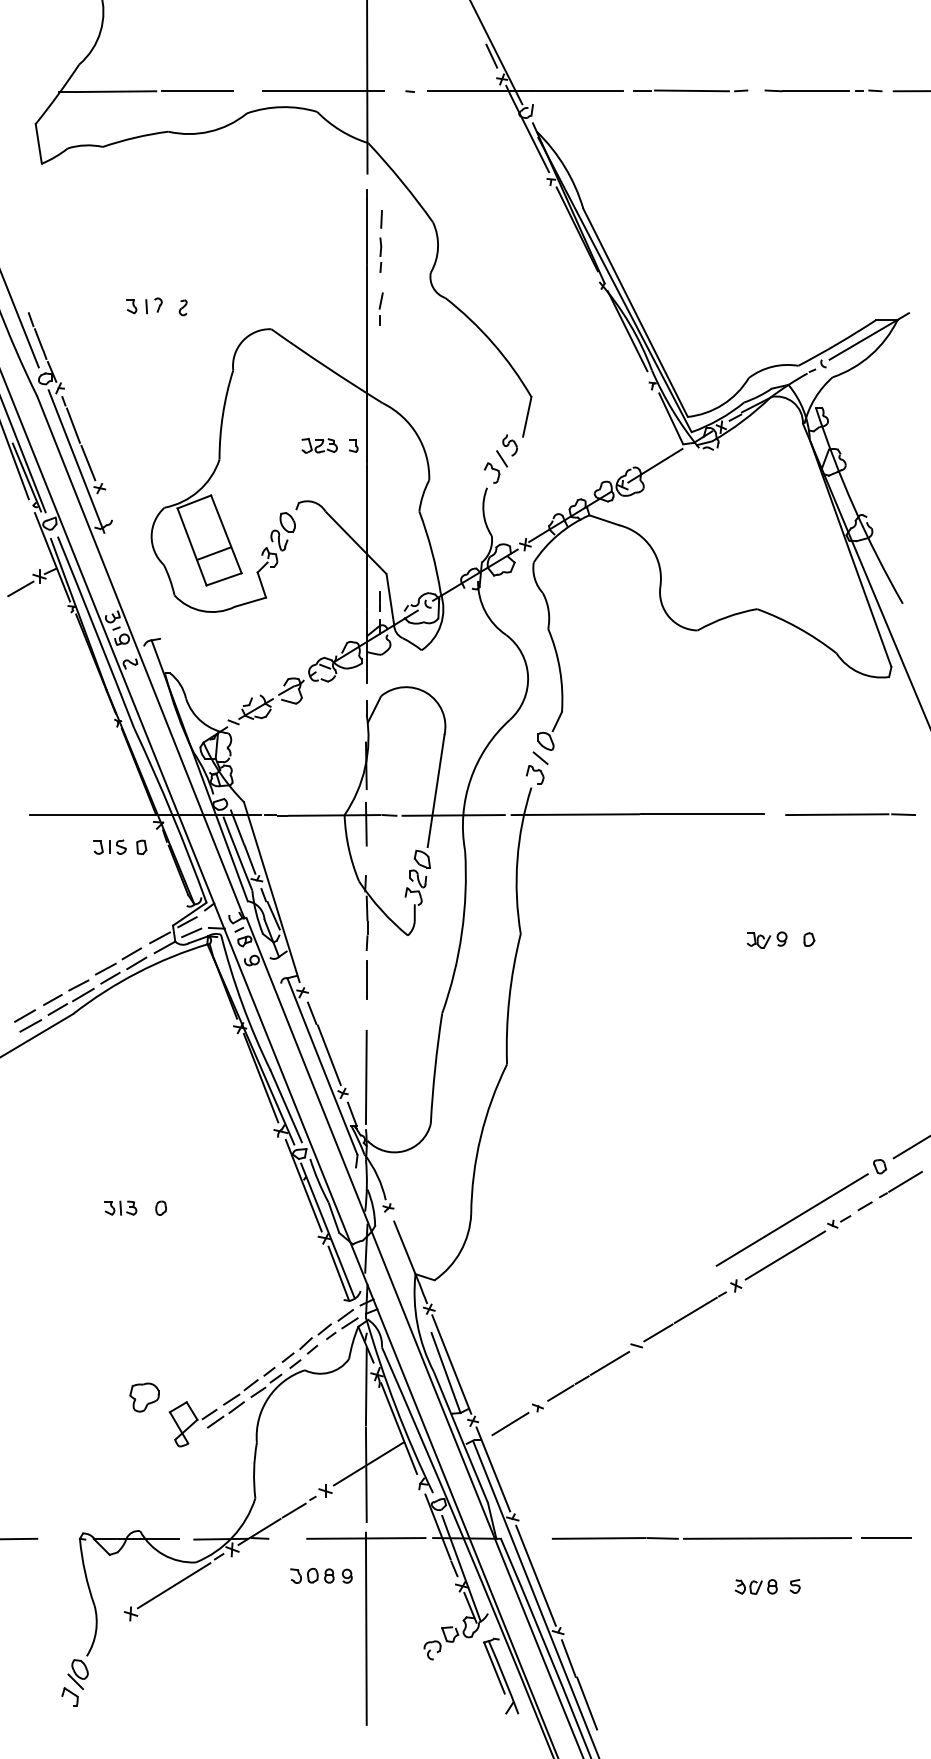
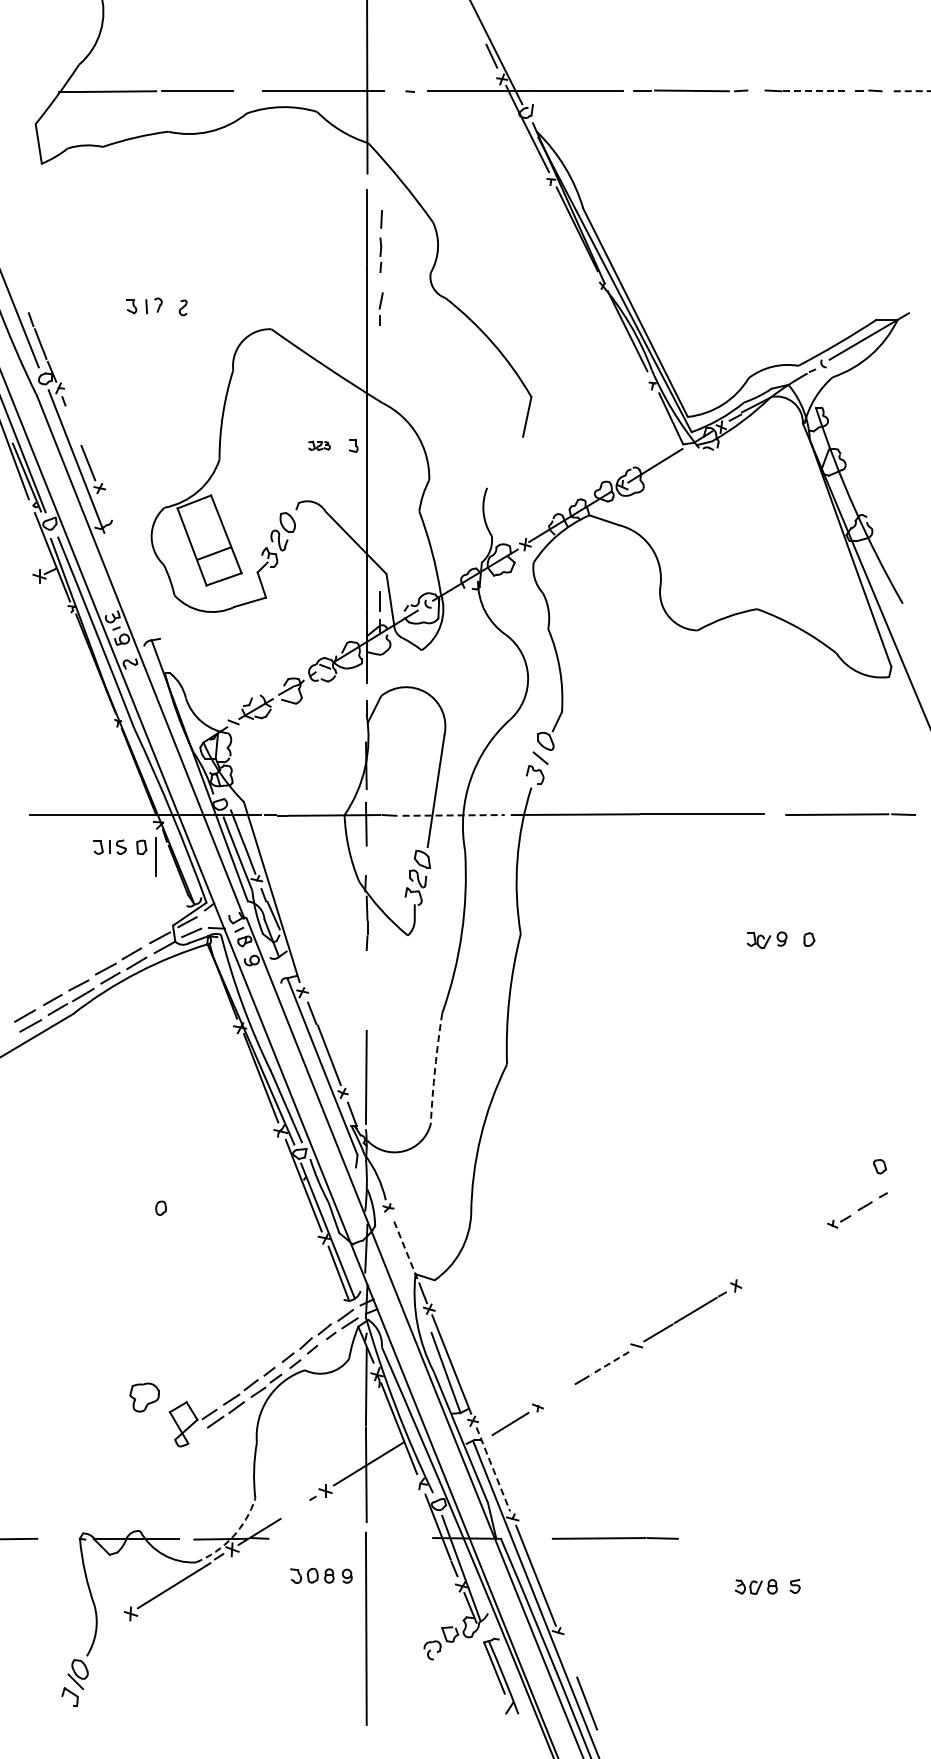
line at (815, 91): solid -> dashed
line at (912, 91): solid -> dashed
line at (73, 425): present -> none
part at (319, 445) size: 37x16 px -> 23x11 px
part at (500, 458): present -> none
line at (20, 588): present -> none
line at (454, 815): solid -> dashed
line at (366, 979) position: (366, 979) -> (155, 856)
arc at (435, 1068): solid -> dashed
line at (910, 1147): present -> none
line at (905, 1181): present -> none
part at (120, 1207): present -> none
line at (791, 1219): present -> none
line at (406, 1251): solid -> dashed
line at (785, 1255): present -> none
line at (609, 1363): solid -> dashed
line at (560, 1392): present -> none
line at (493, 1469): solid -> dashed
line at (293, 1510): present -> none
arc at (232, 1537): solid -> dashed
line at (366, 1538): present -> none
line at (767, 1538): present -> none
line at (885, 1538): present -> none
line at (568, 1658): present -> none
